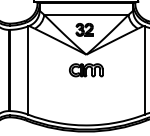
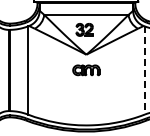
part at (86, 70) size: 35x15 px -> 29x13 px
line at (144, 70): solid -> dashed
